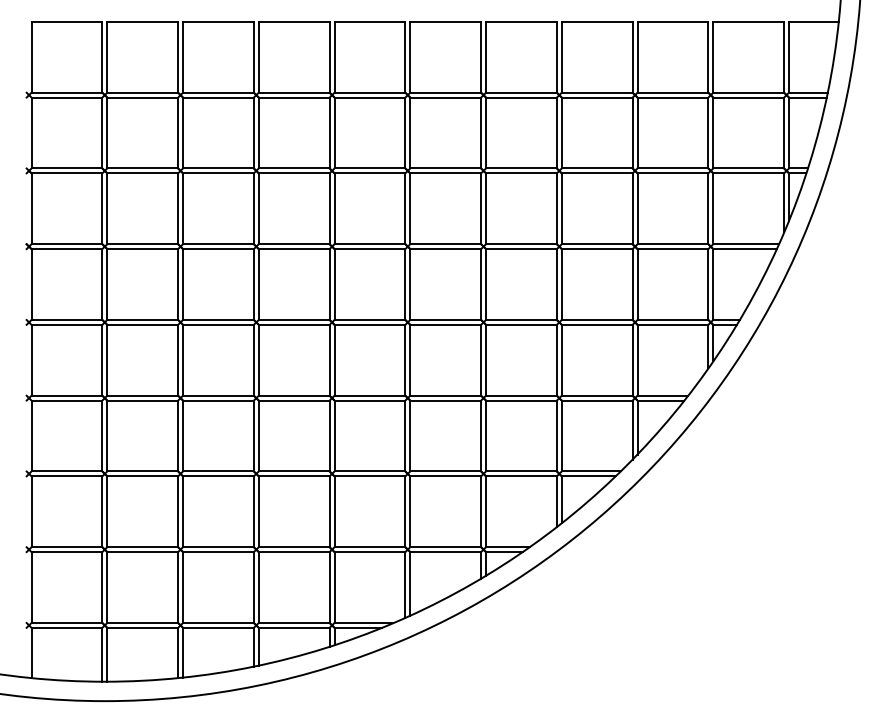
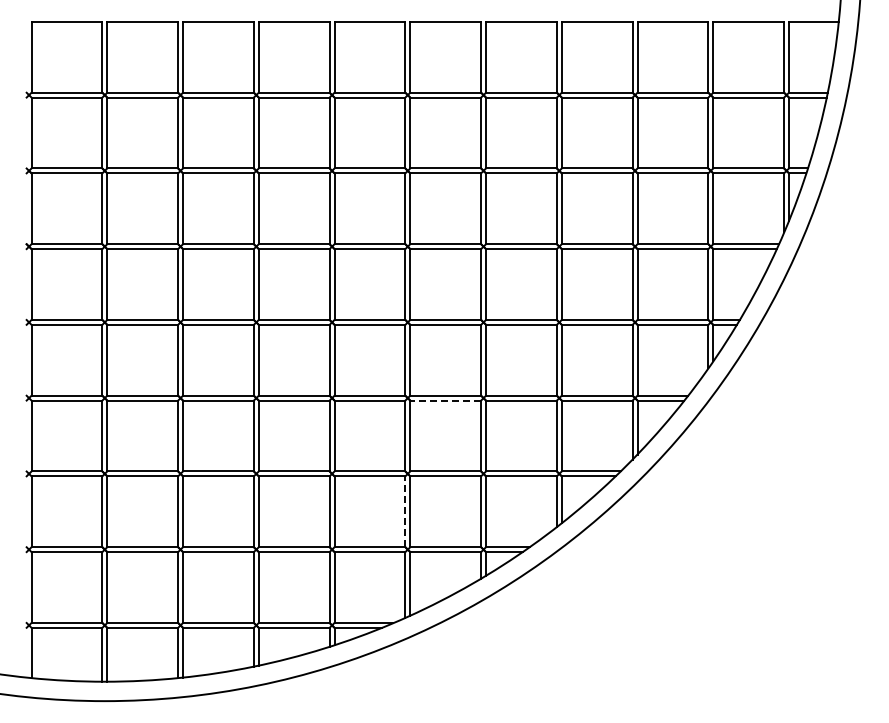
line at (445, 400): solid -> dashed
line at (405, 511): solid -> dashed
